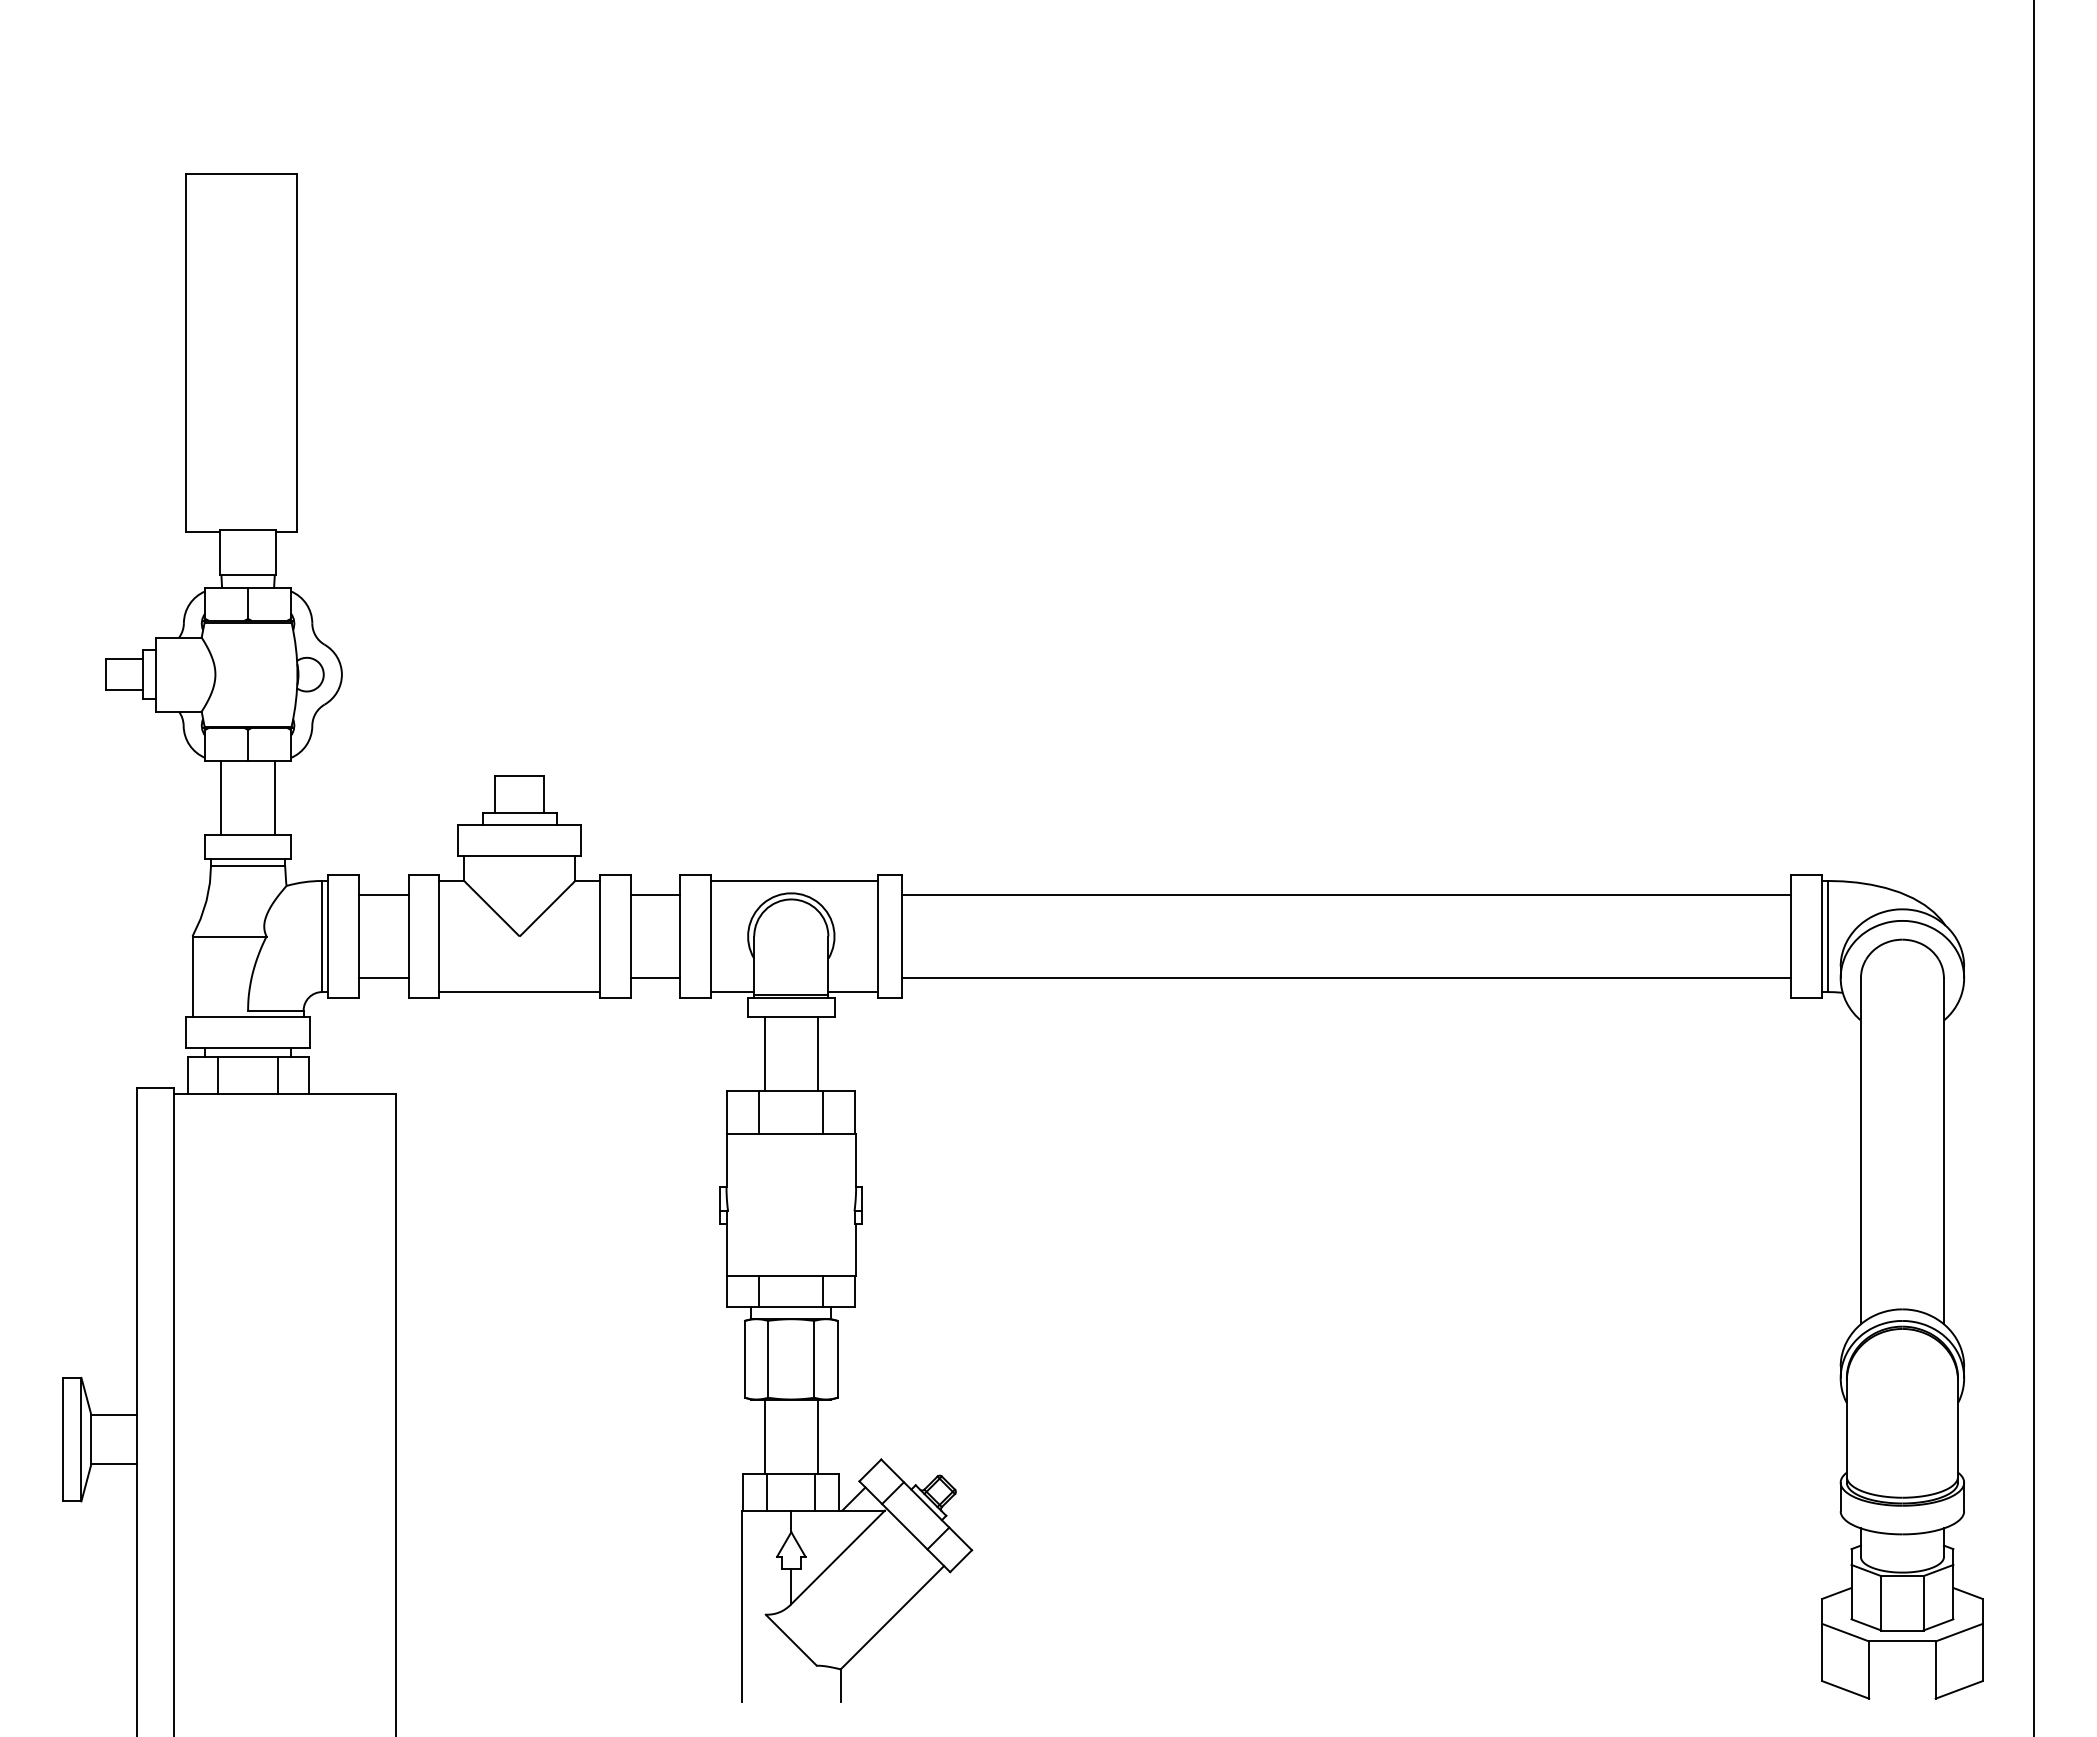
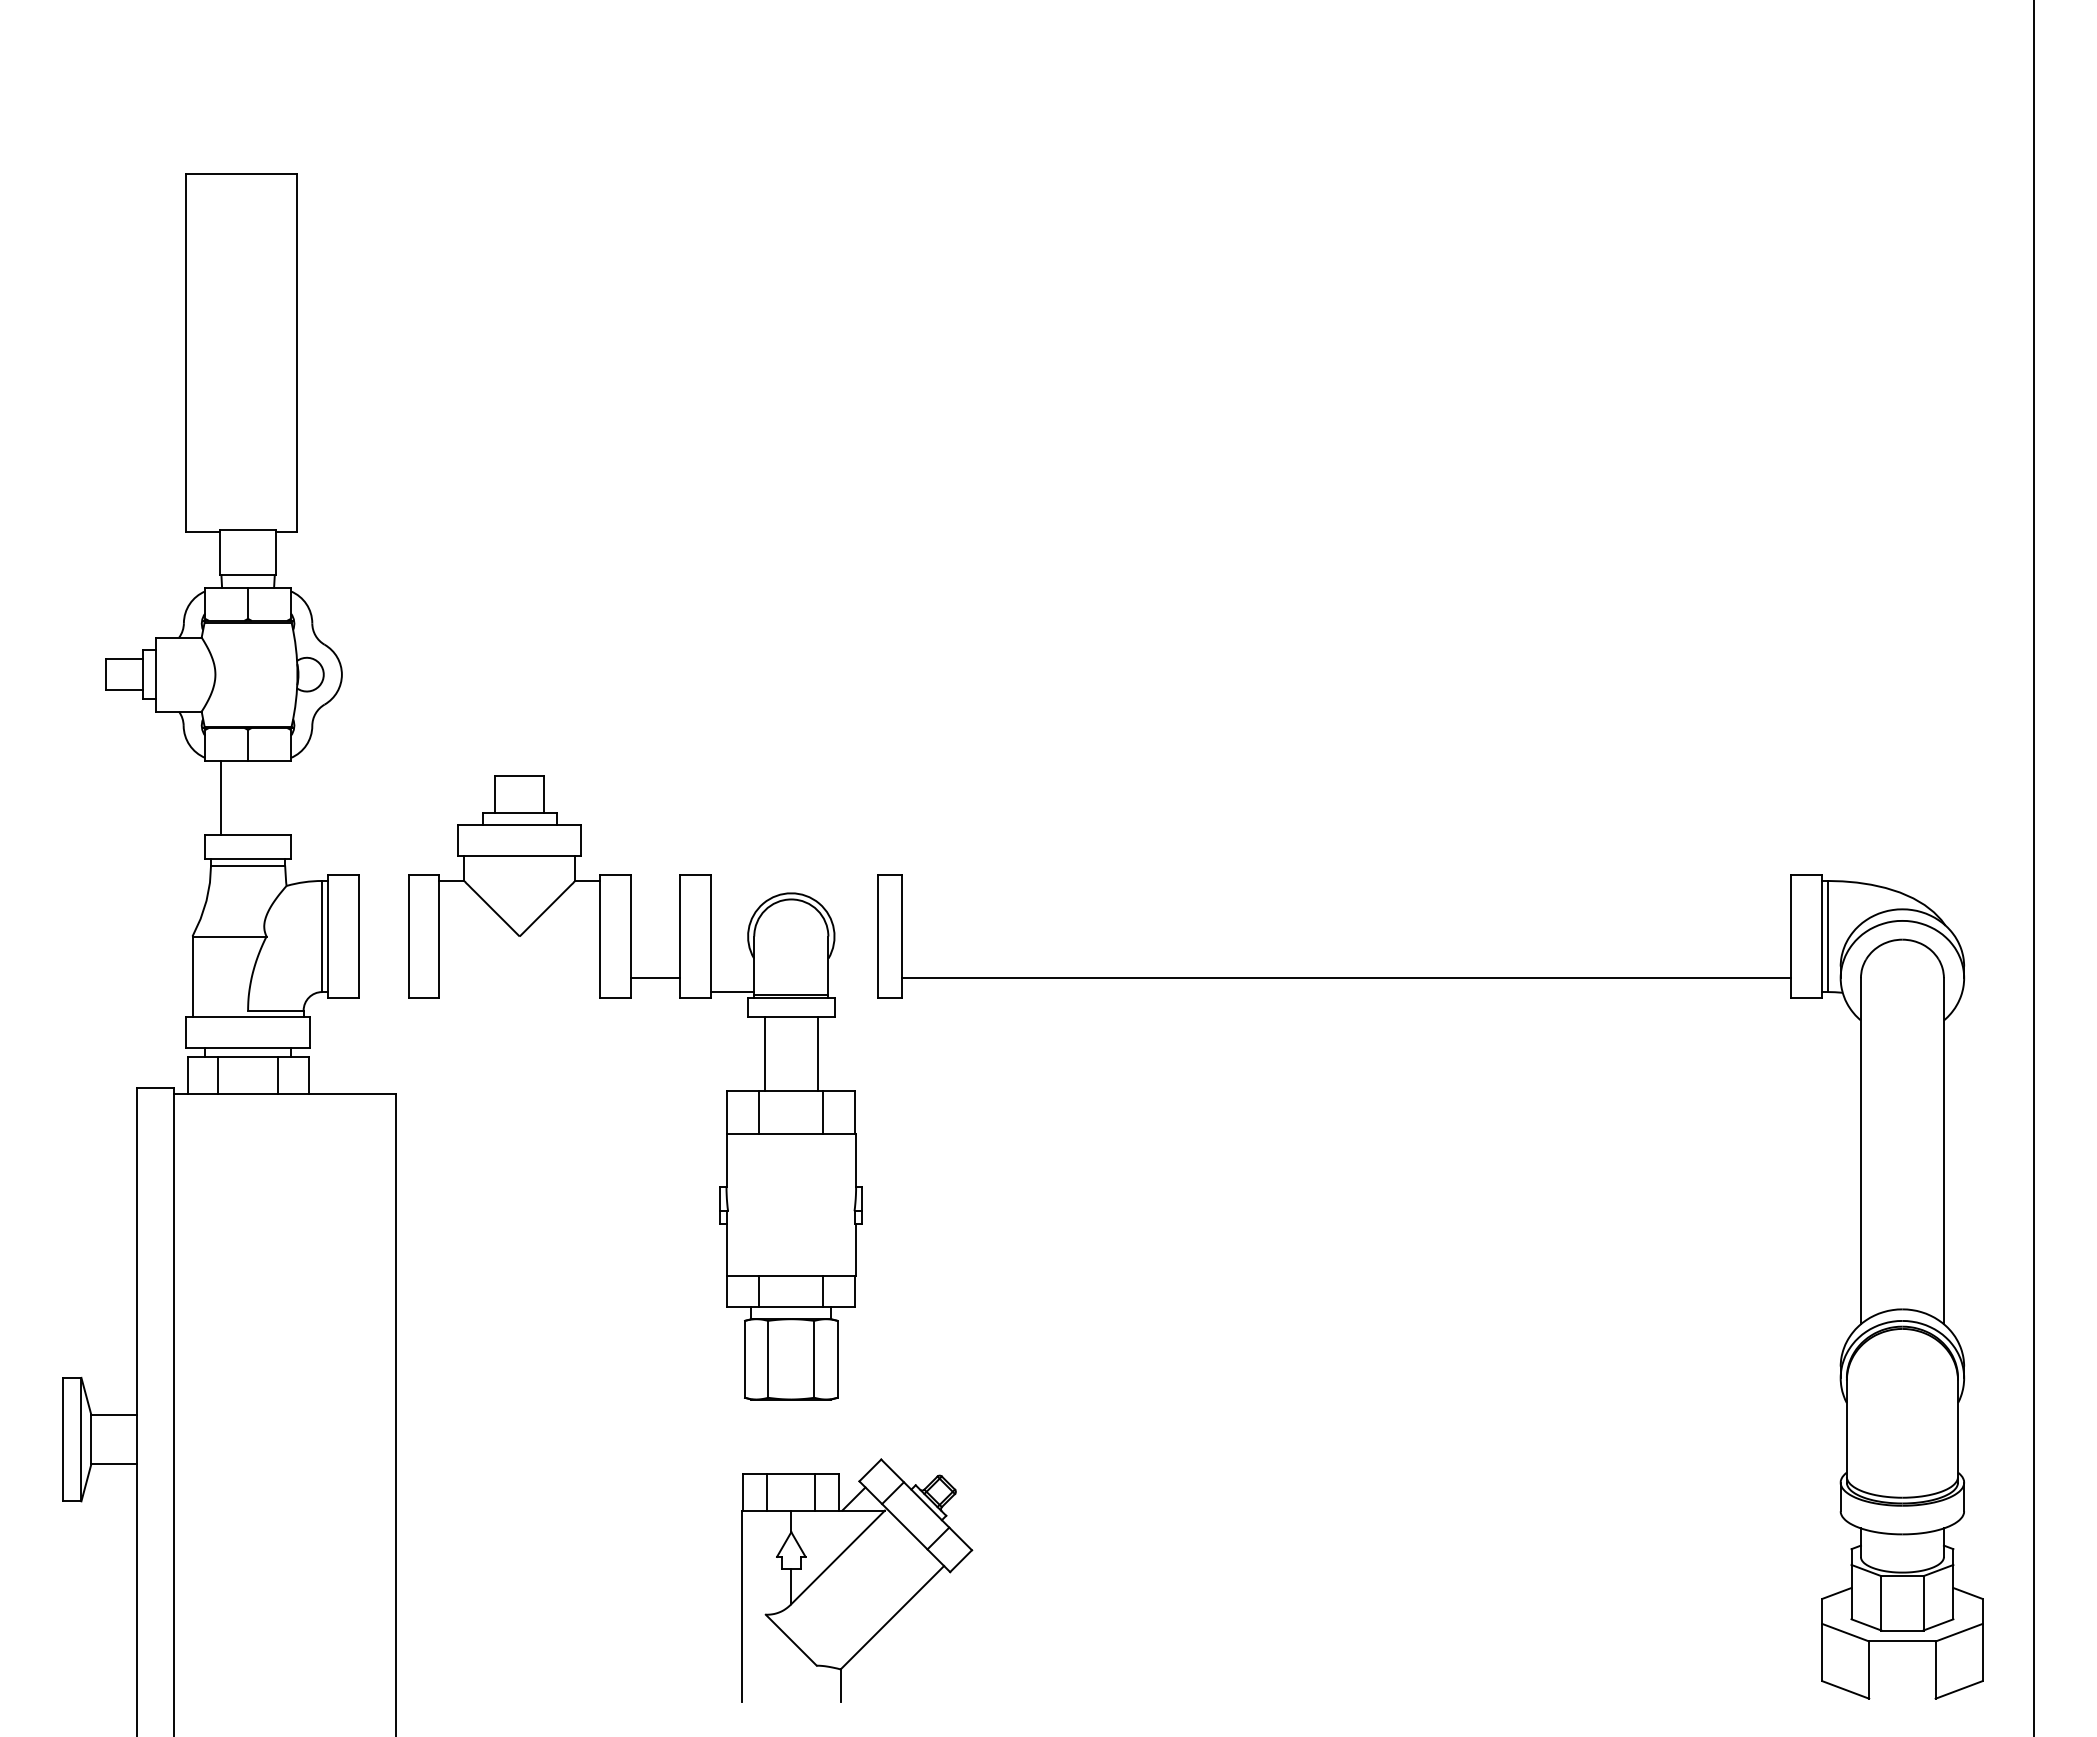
line at (274, 797): present -> none
line at (794, 880): present -> none
line at (383, 895): present -> none
line at (655, 895): present -> none
line at (1346, 895): present -> none
line at (383, 978): present -> none
line at (519, 992): present -> none
line at (852, 992): present -> none
line at (764, 1436): present -> none
line at (817, 1436): present -> none
